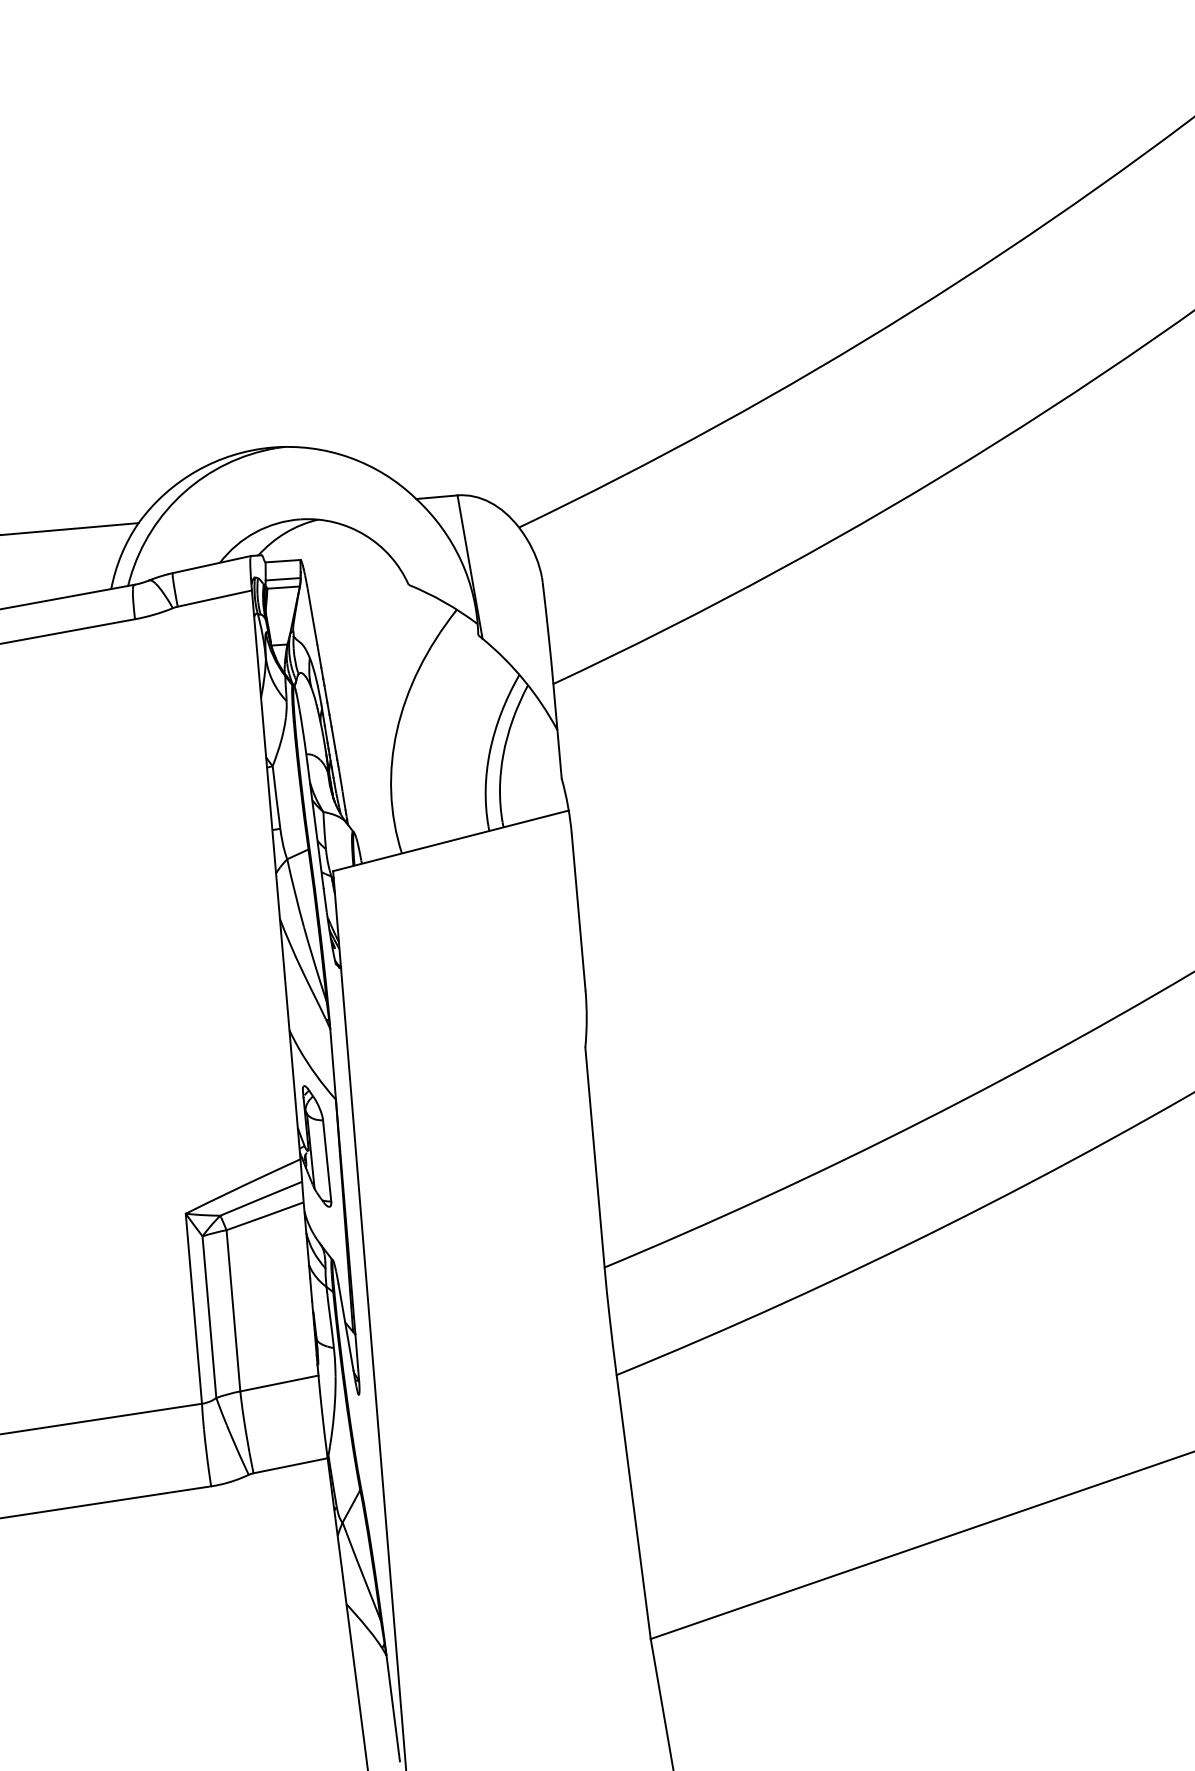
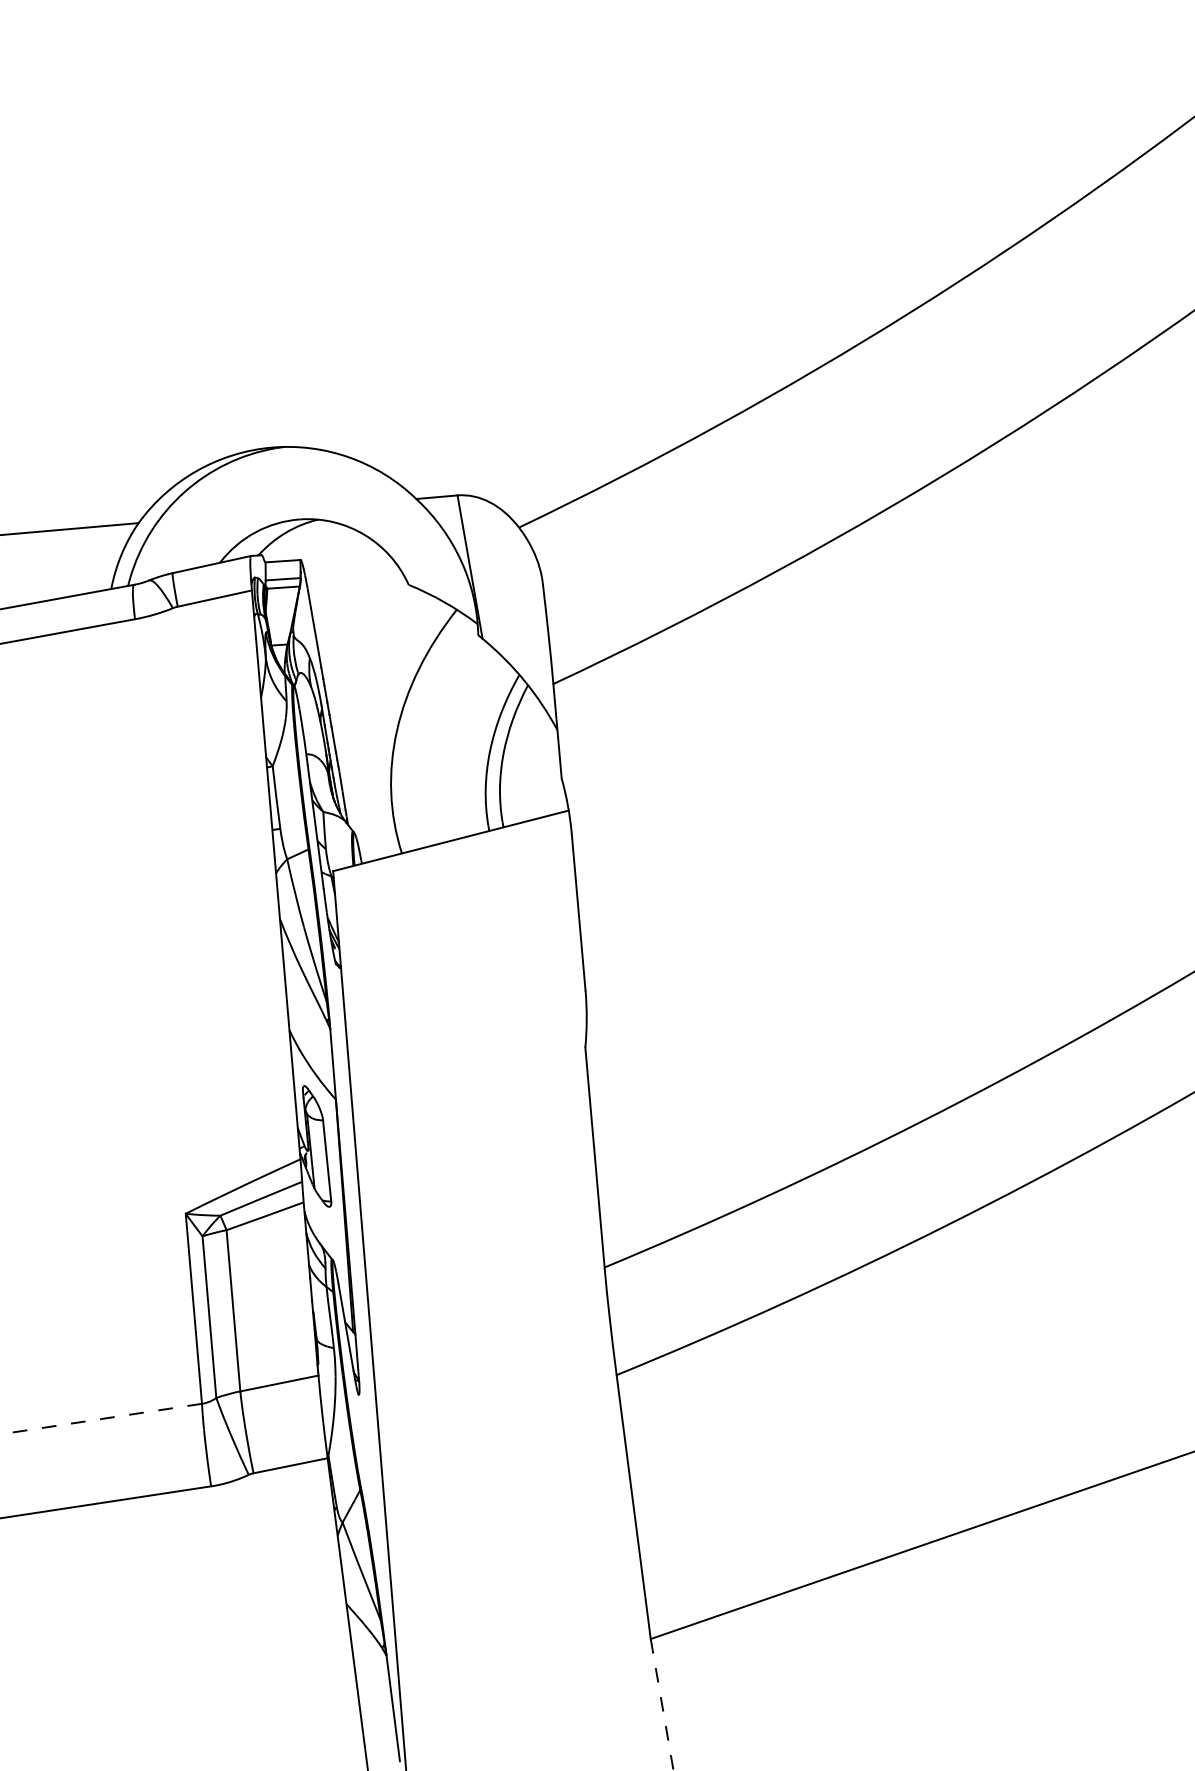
line at (100, 1419): solid -> dashed
line at (662, 1704): solid -> dashed
